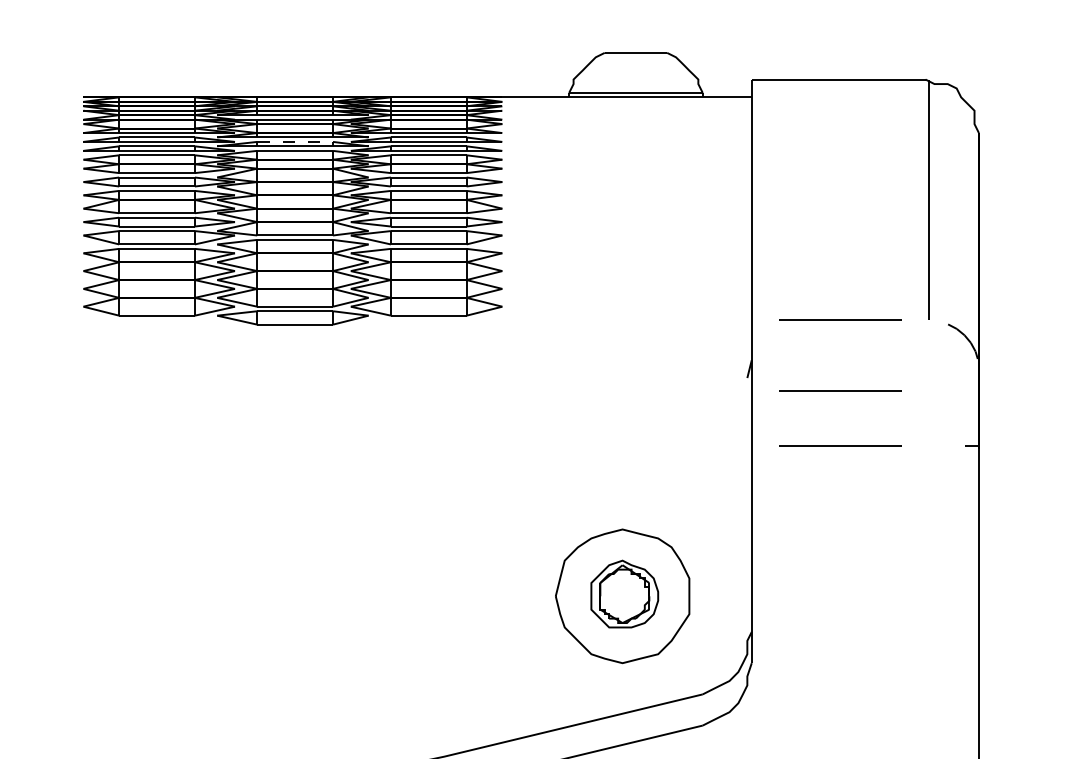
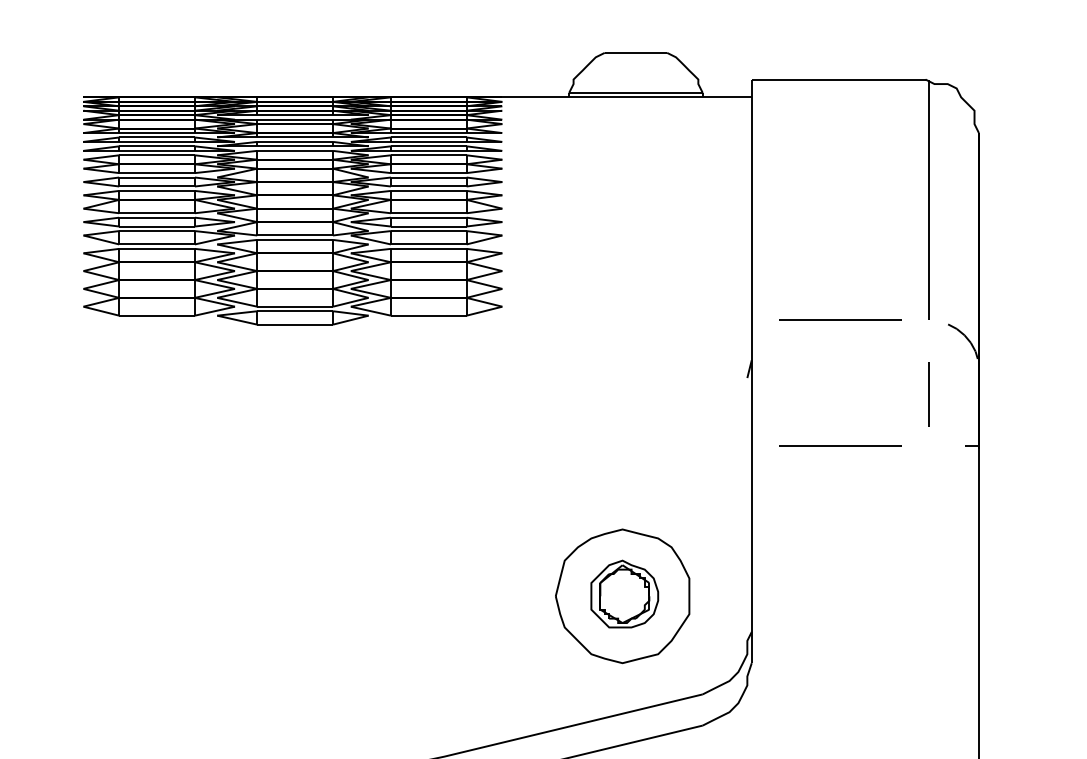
line at (295, 141): dashed -> solid
line at (840, 390): present -> none
line at (928, 394): none -> present
